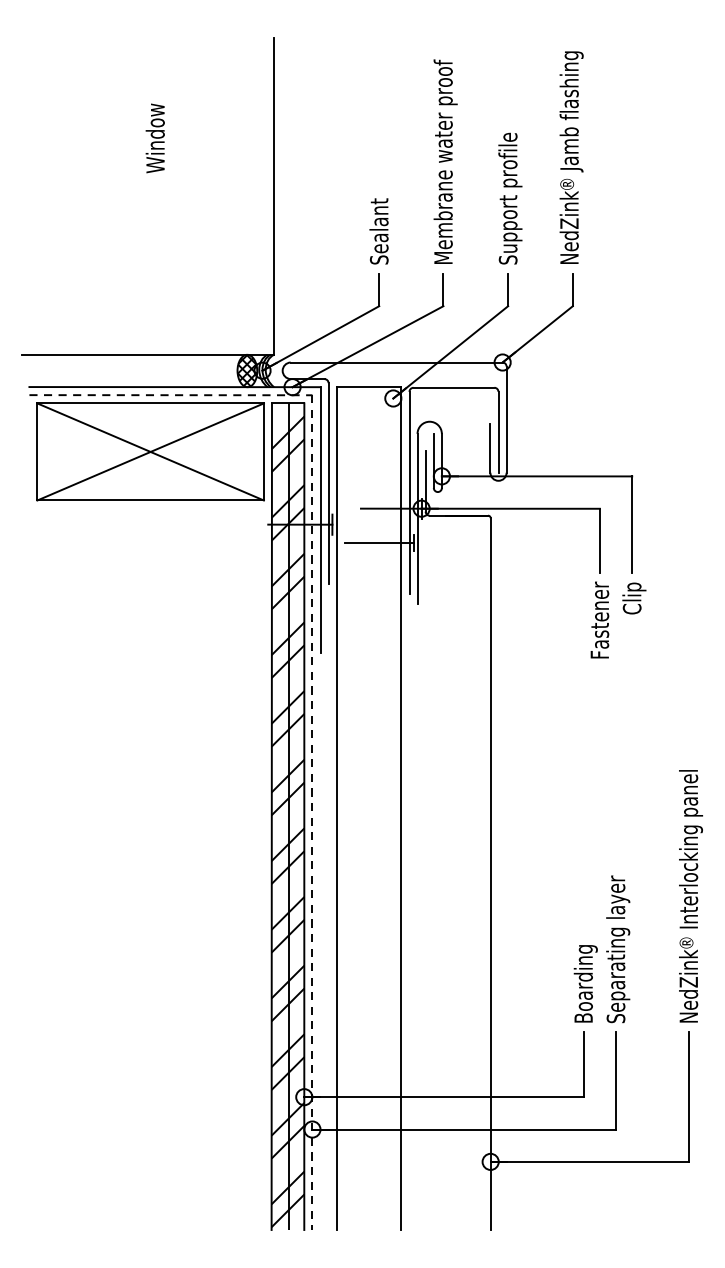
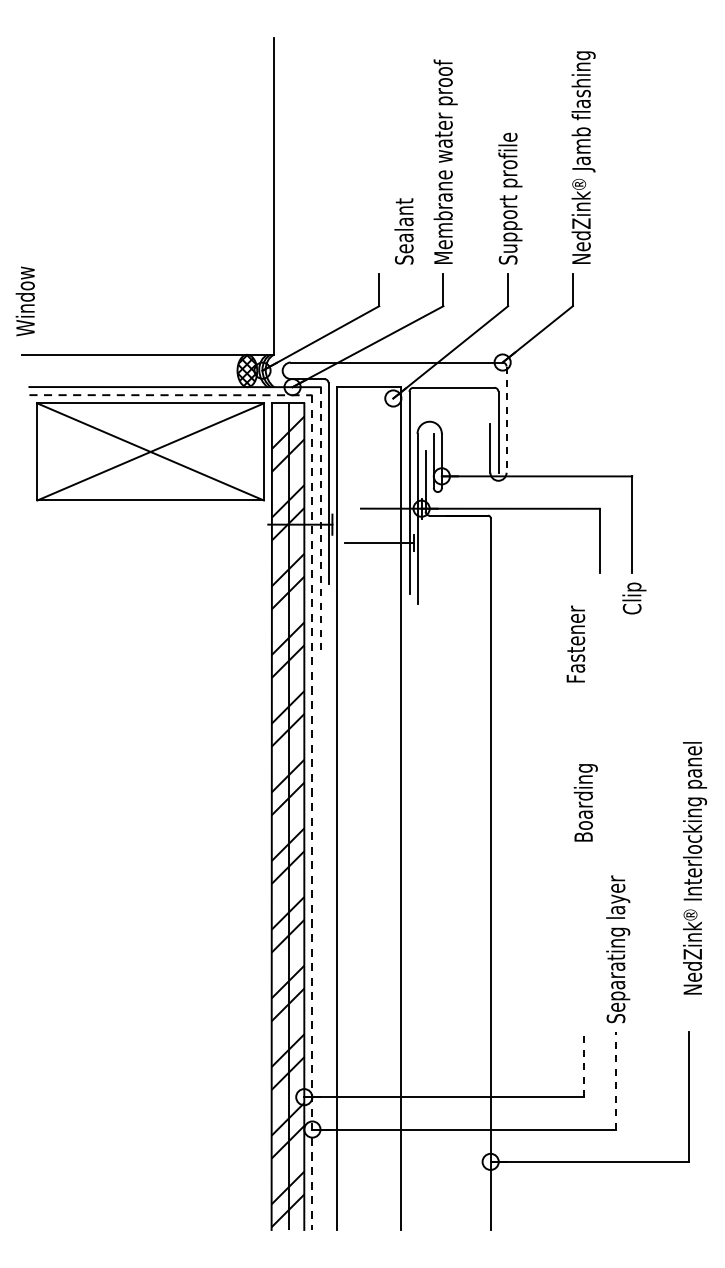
text at (154, 138) position: (154, 138) -> (24, 301)
text at (571, 157) position: (571, 157) -> (583, 157)
text at (378, 231) position: (378, 231) -> (403, 231)
line at (506, 420): solid -> dashed
line at (320, 520): solid -> dashed
text at (599, 619) position: (599, 619) -> (575, 643)
text at (690, 896) position: (690, 896) -> (694, 868)
text at (585, 983) position: (585, 983) -> (585, 802)
line at (583, 1064): solid -> dashed
line at (616, 1081): solid -> dashed
